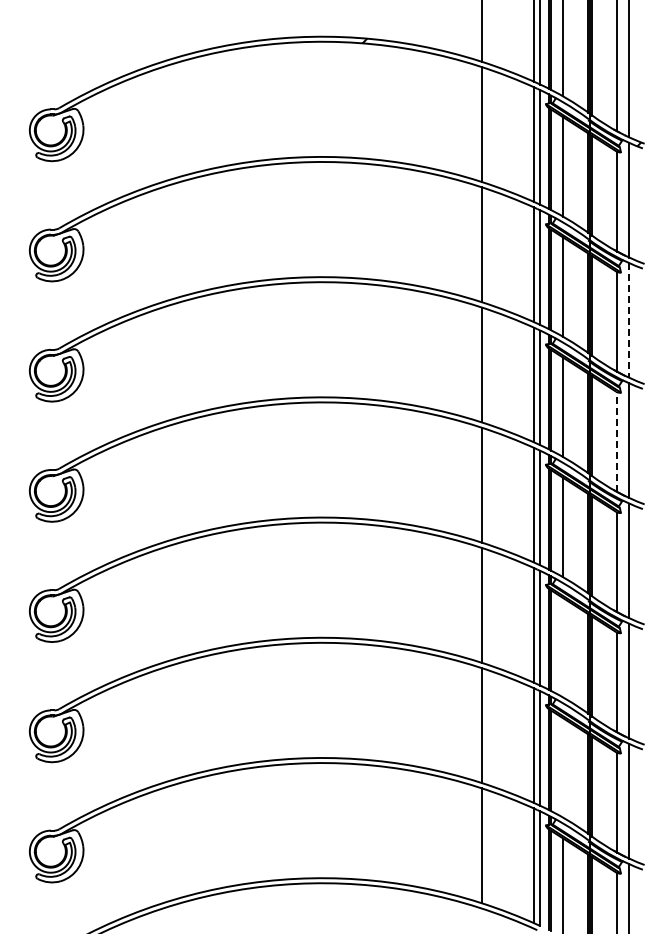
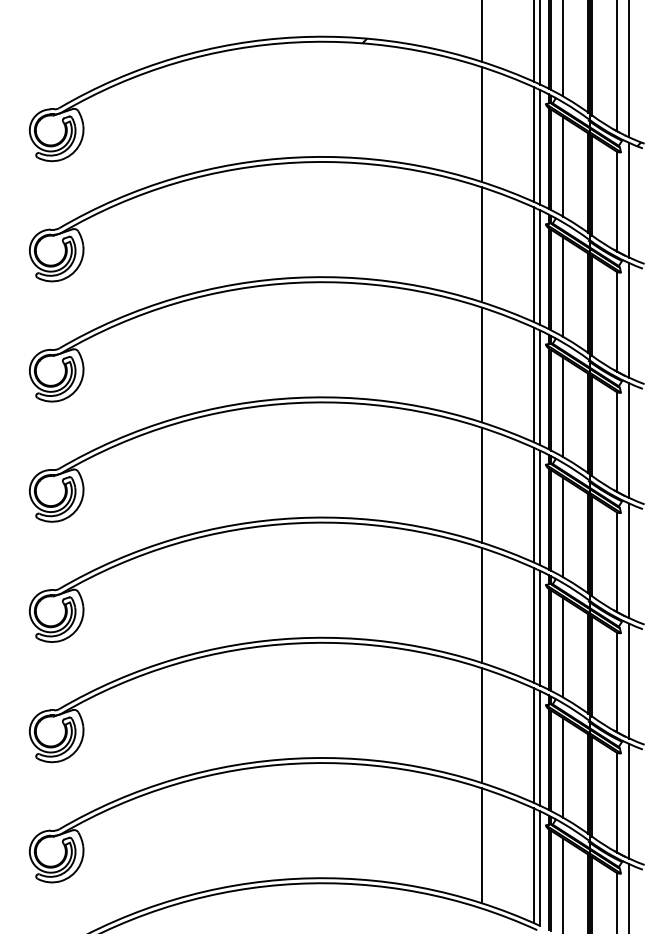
line at (629, 321): dashed -> solid
line at (617, 442): dashed -> solid
line at (563, 647): none -> present
line at (563, 767): none -> present
